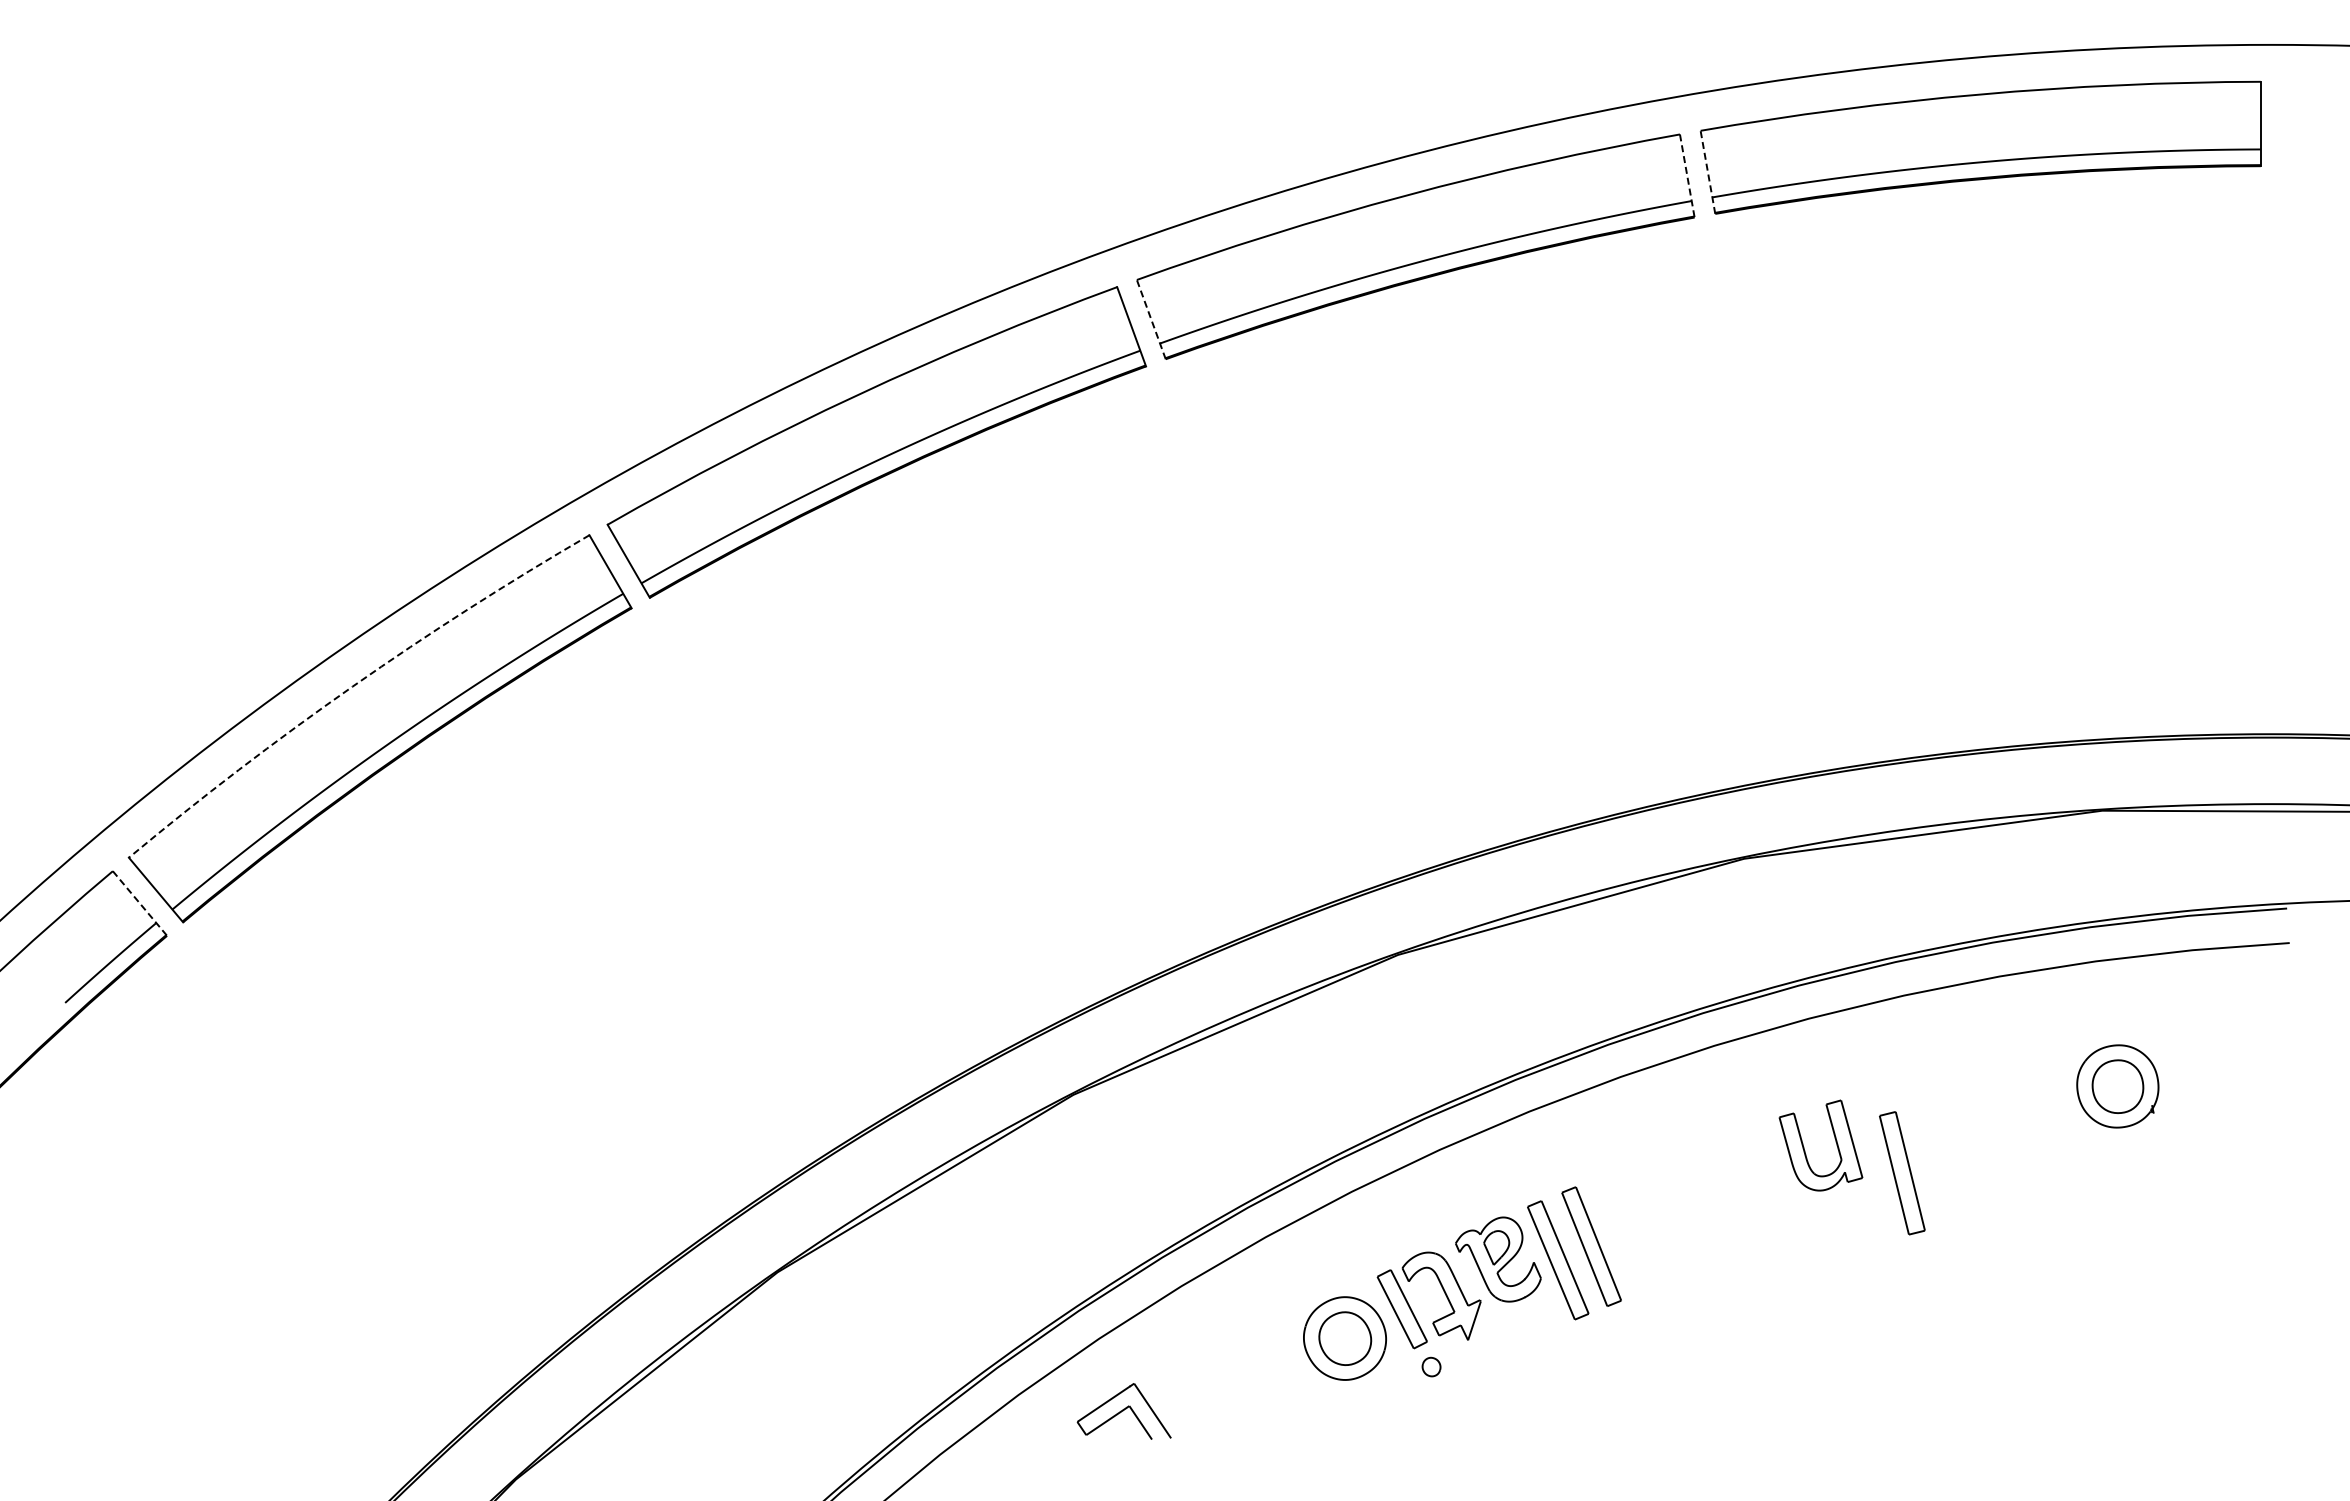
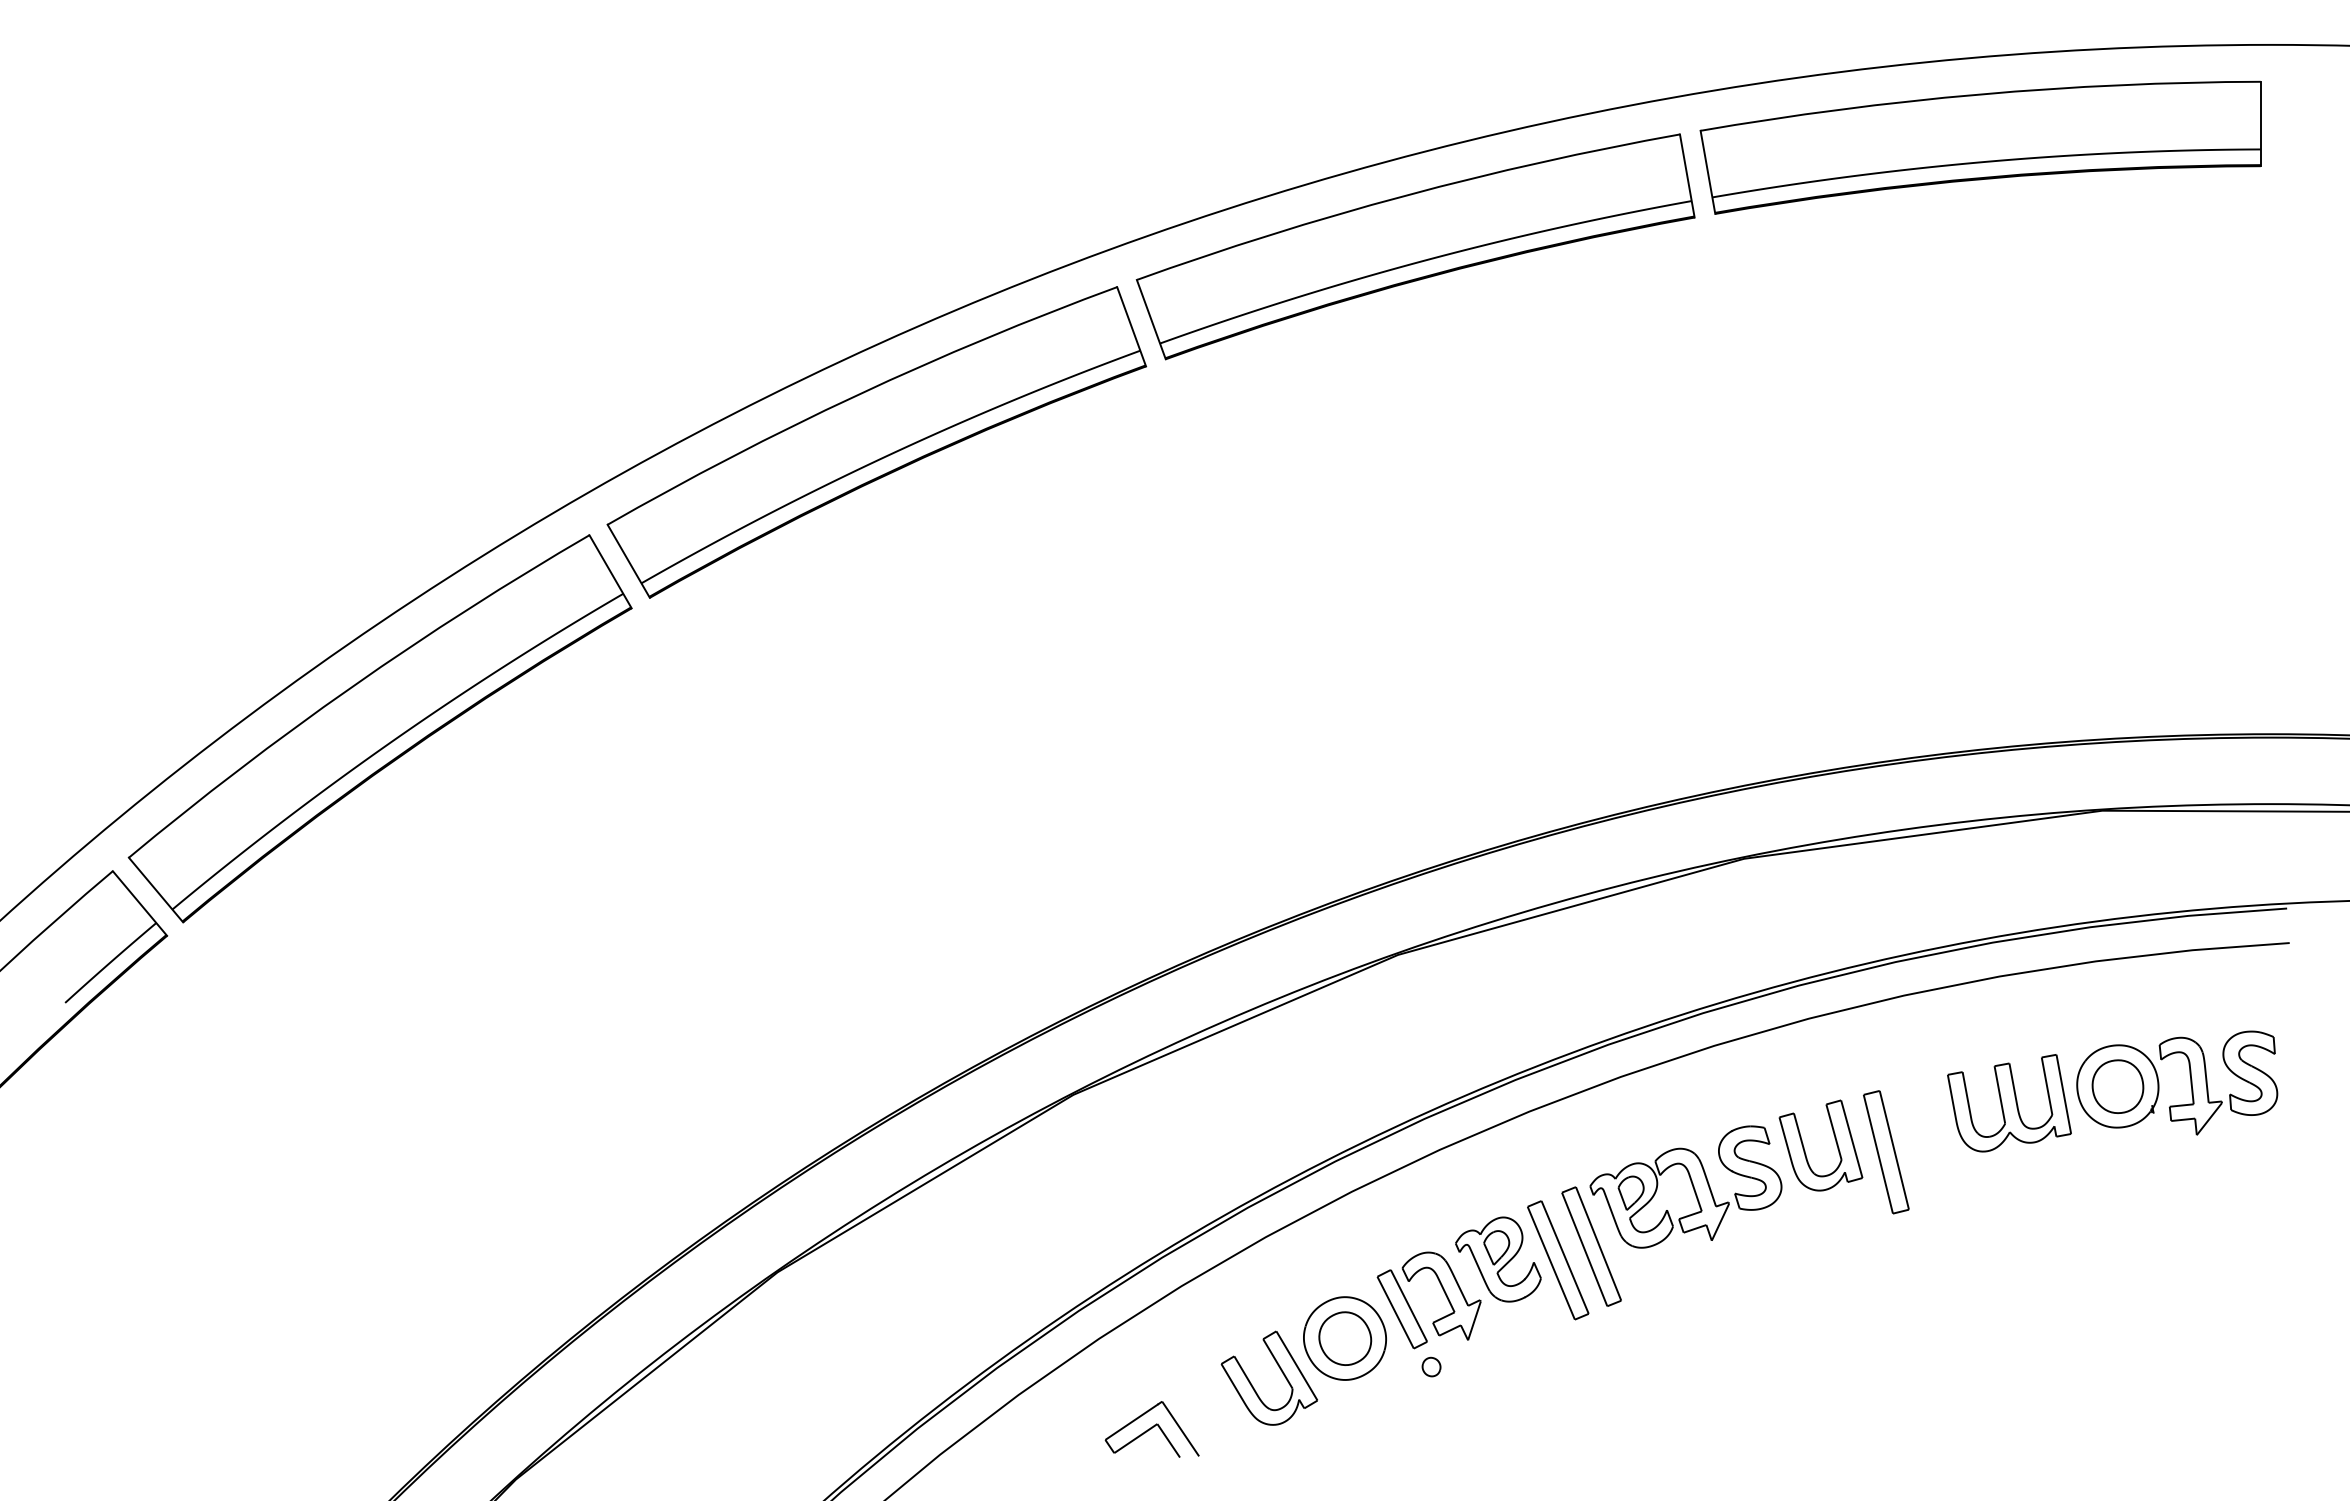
line at (1707, 171): dashed -> solid
line at (1687, 176): dashed -> solid
line at (1151, 319): dashed -> solid
arc at (352, 686): dashed -> solid
line at (140, 903): dashed -> solid
part at (2207, 1082): none -> present
part at (2009, 1103): none -> present
part at (1902, 1173) position: (1902, 1173) -> (1886, 1152)
part at (1691, 1184): none -> present
part at (1280, 1370): none -> present
part at (1123, 1411) position: (1123, 1411) -> (1151, 1429)
